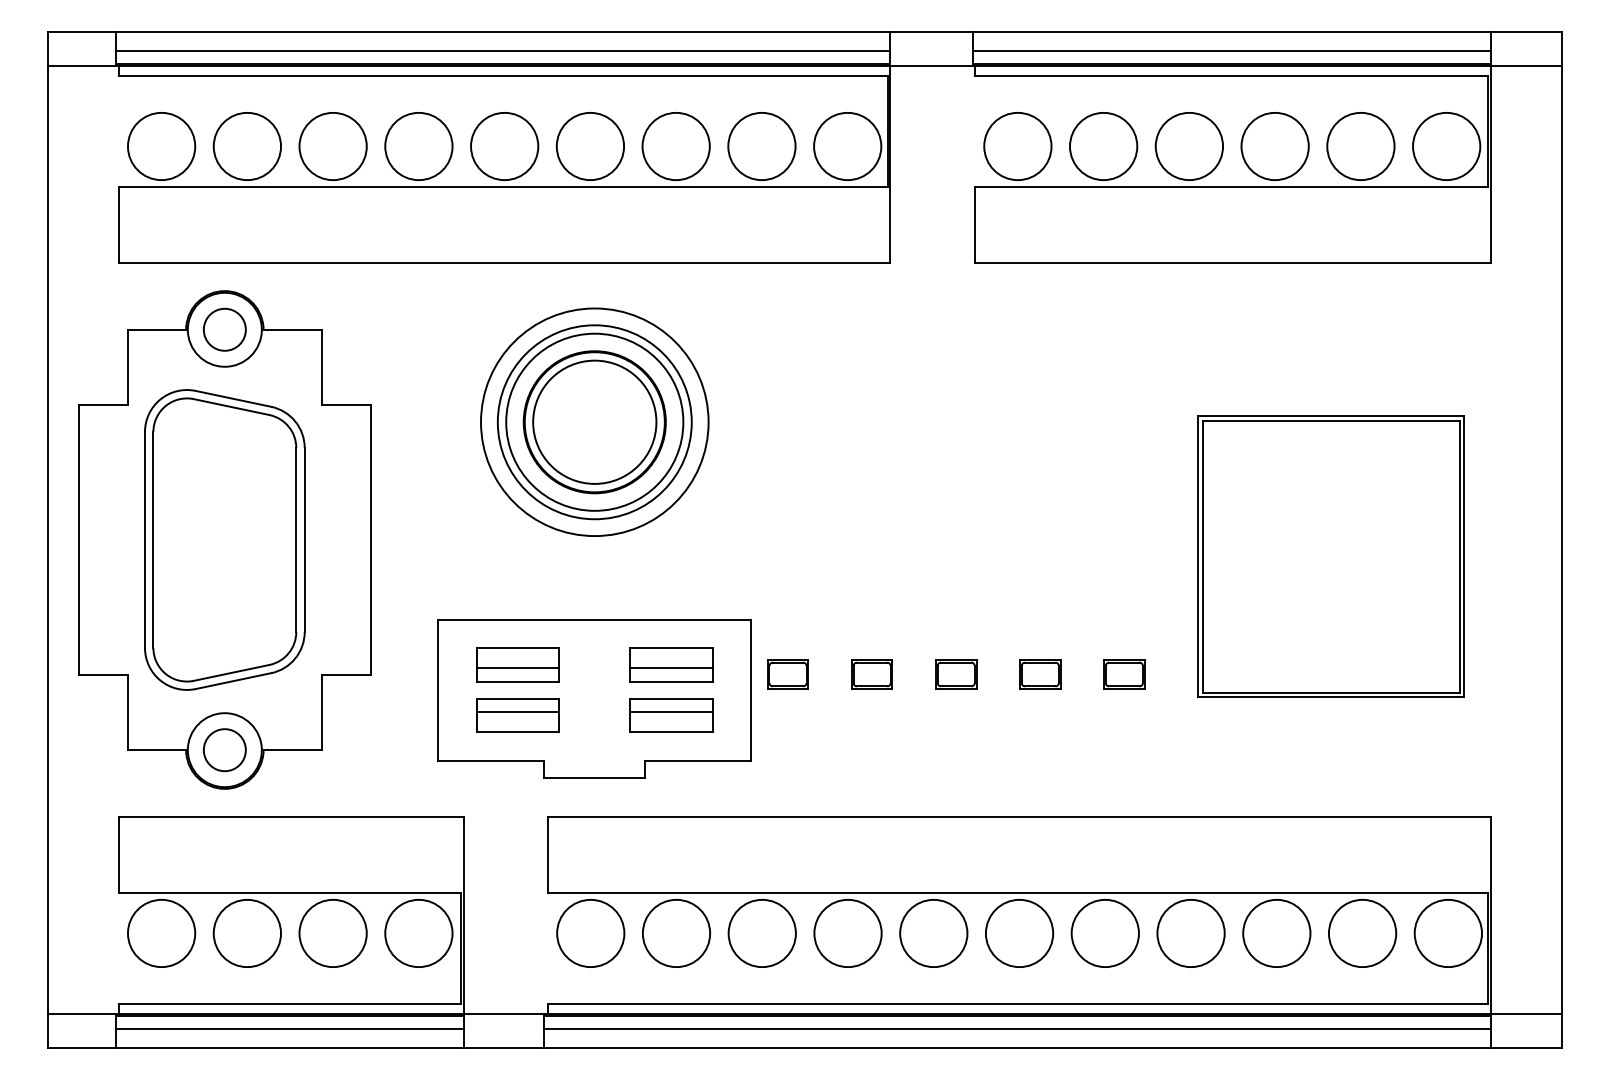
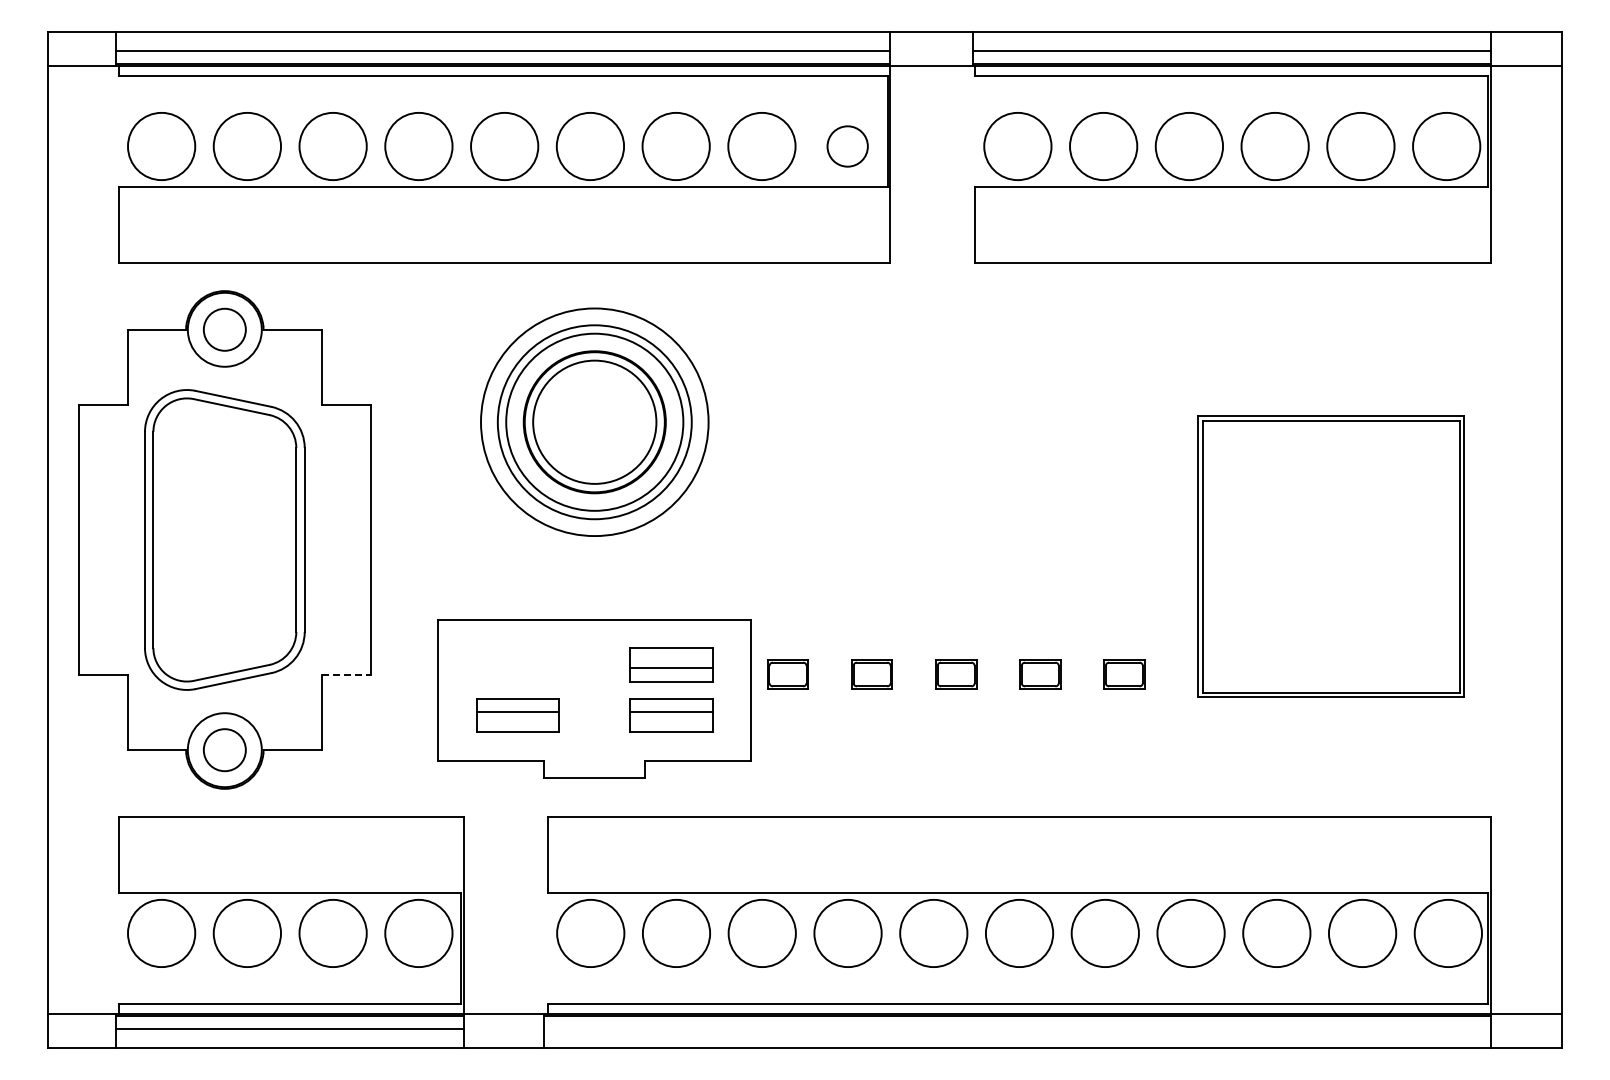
circle at (847, 146) diameter: 67 px -> 40 px
part at (517, 664): present -> none
line at (346, 674): solid -> dashed
line at (1017, 1029): present -> none
